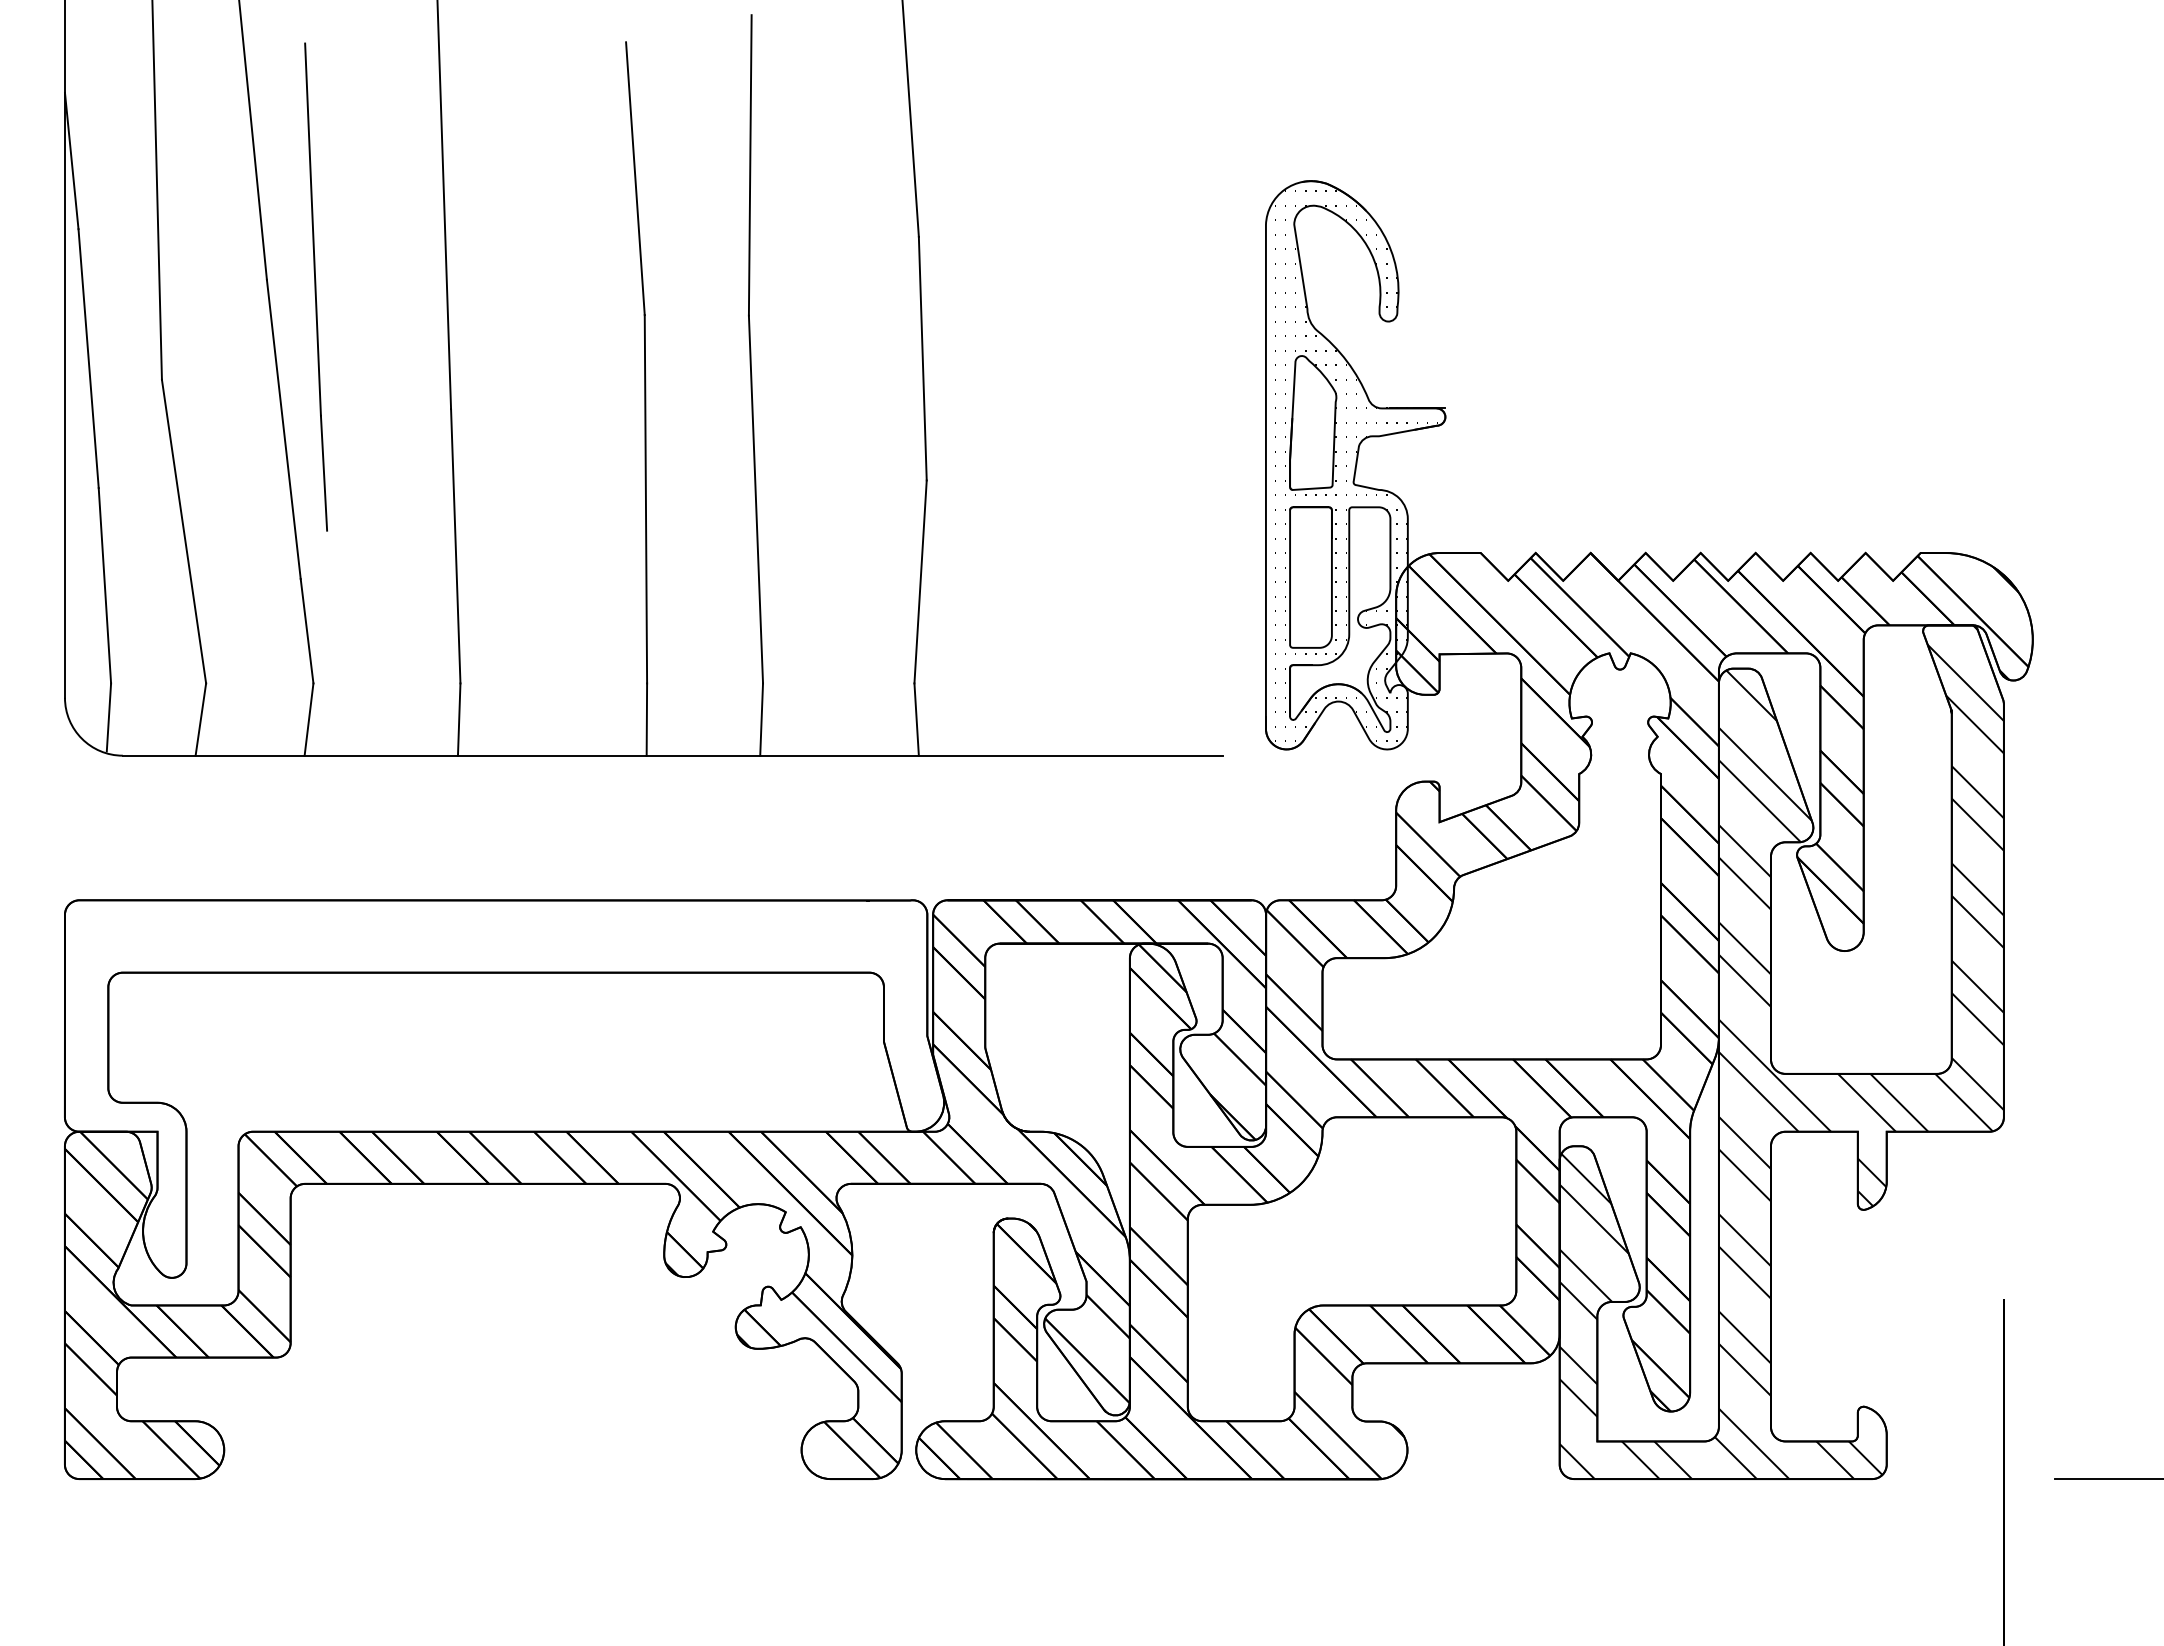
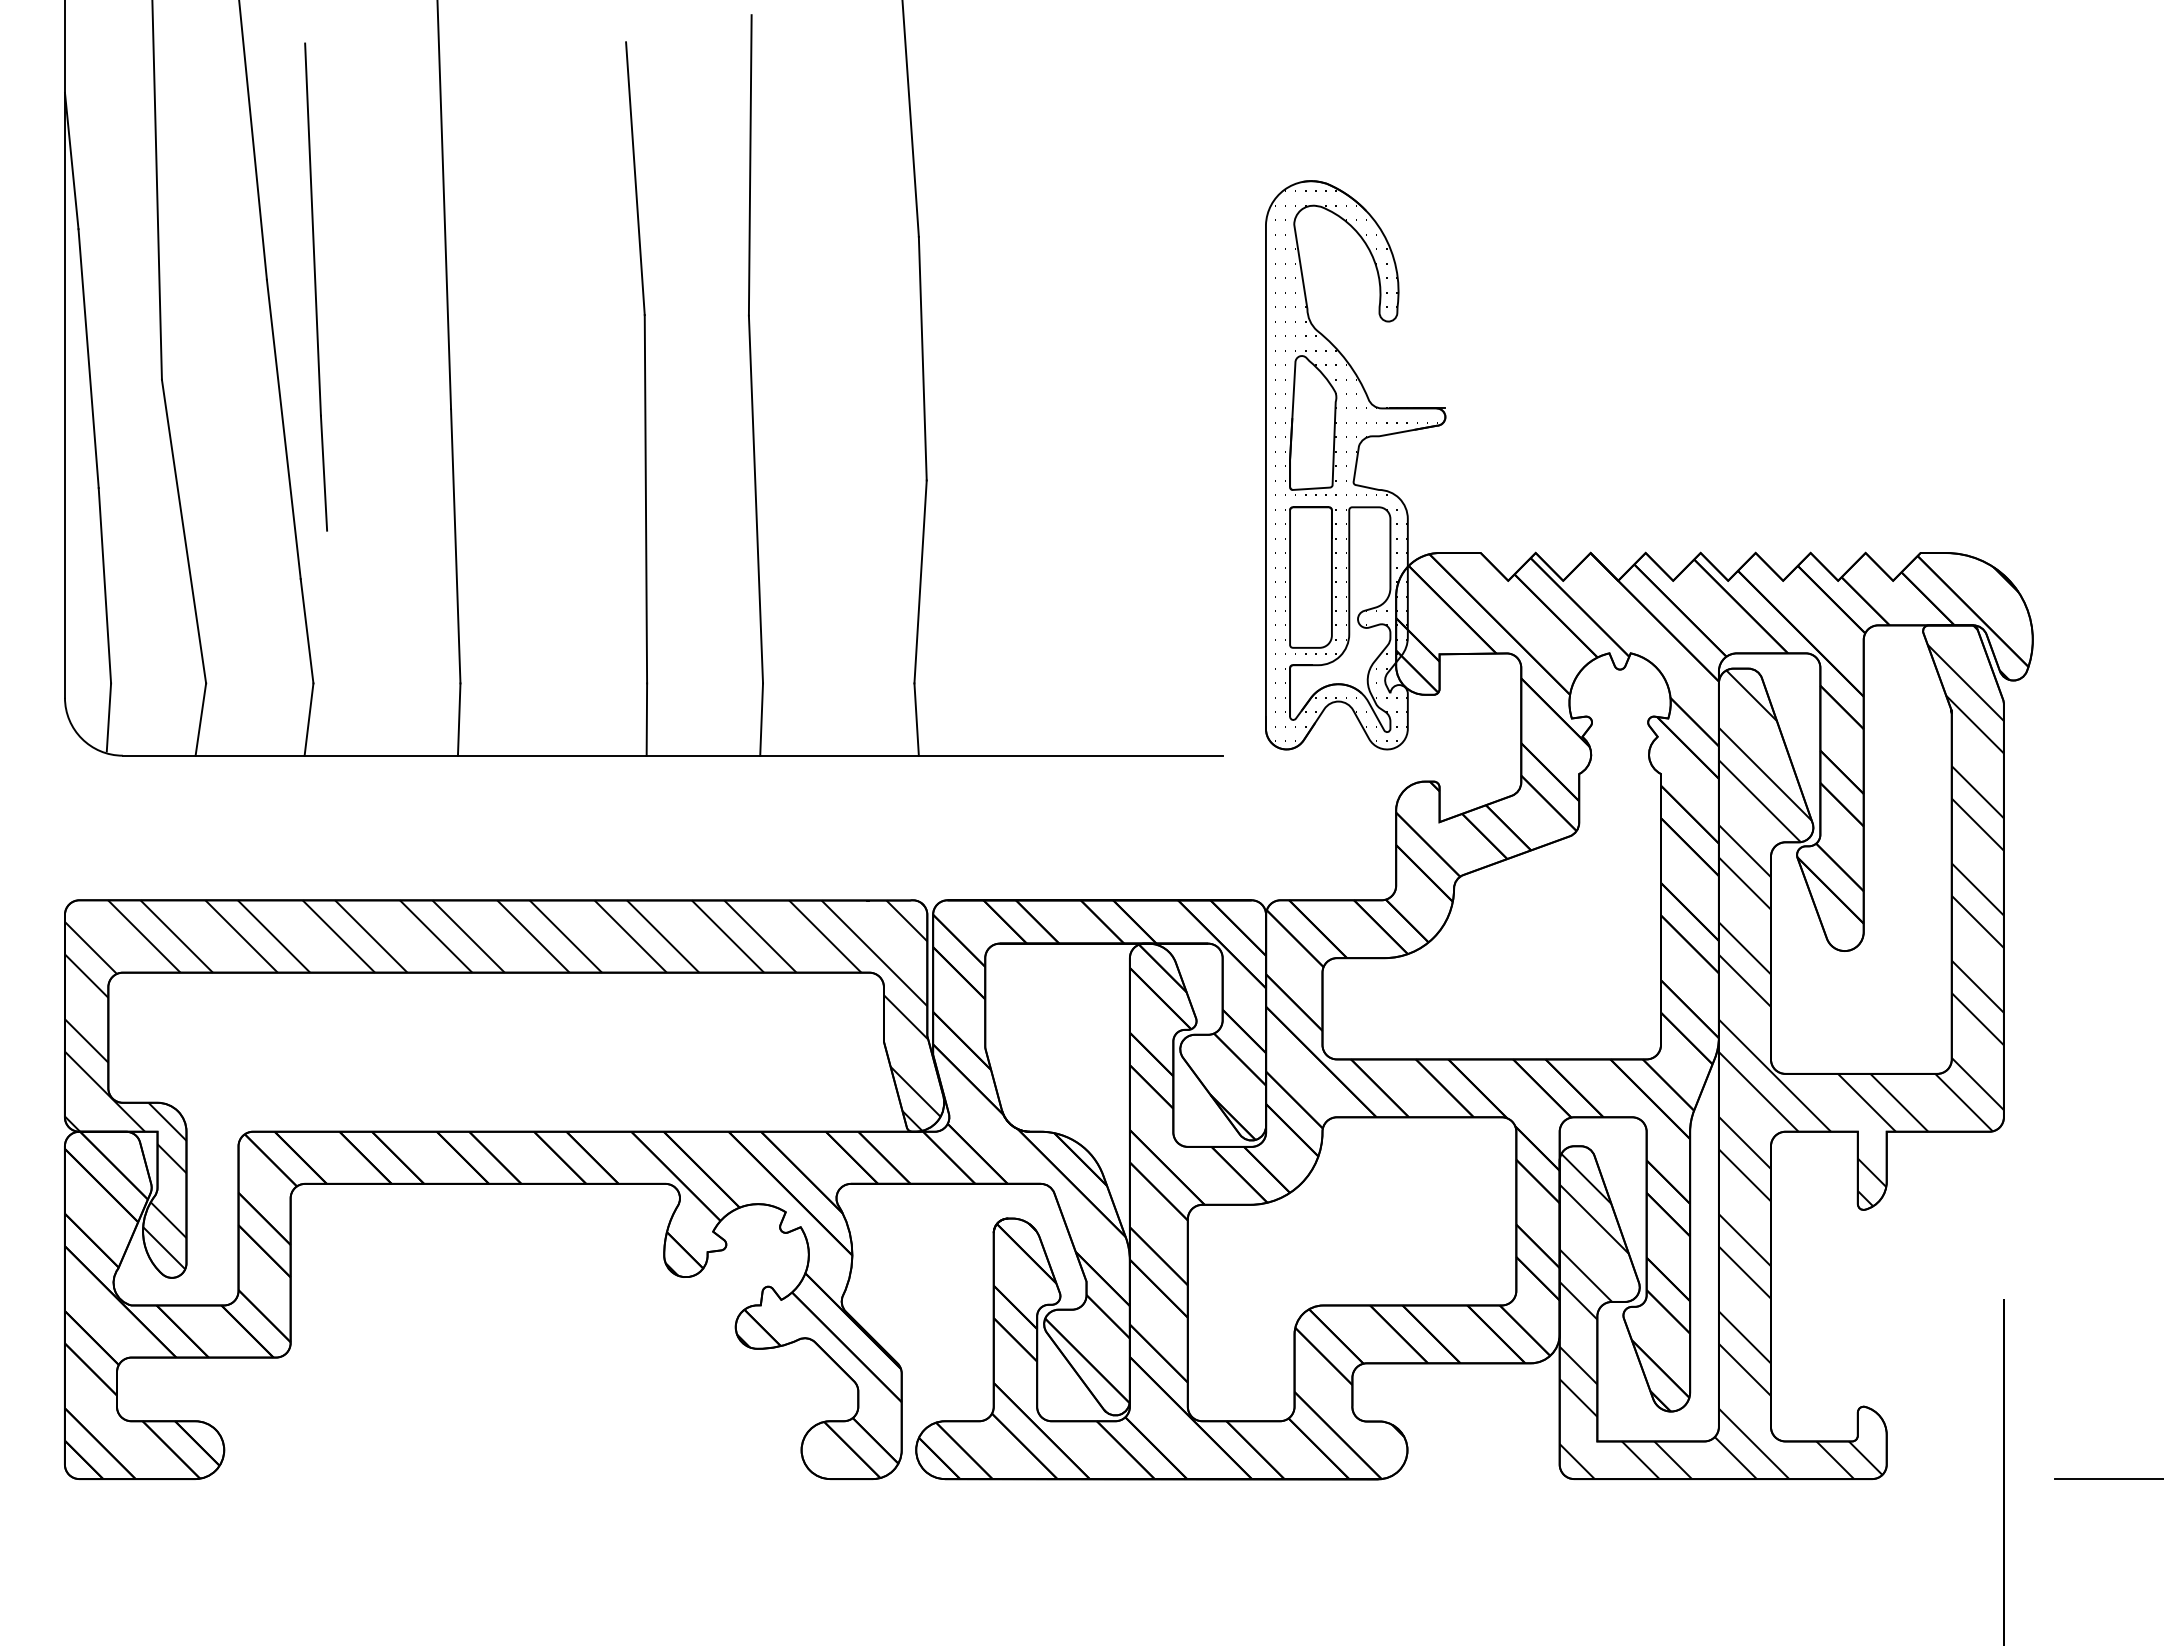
hatch at (502, 1084): none -> present
